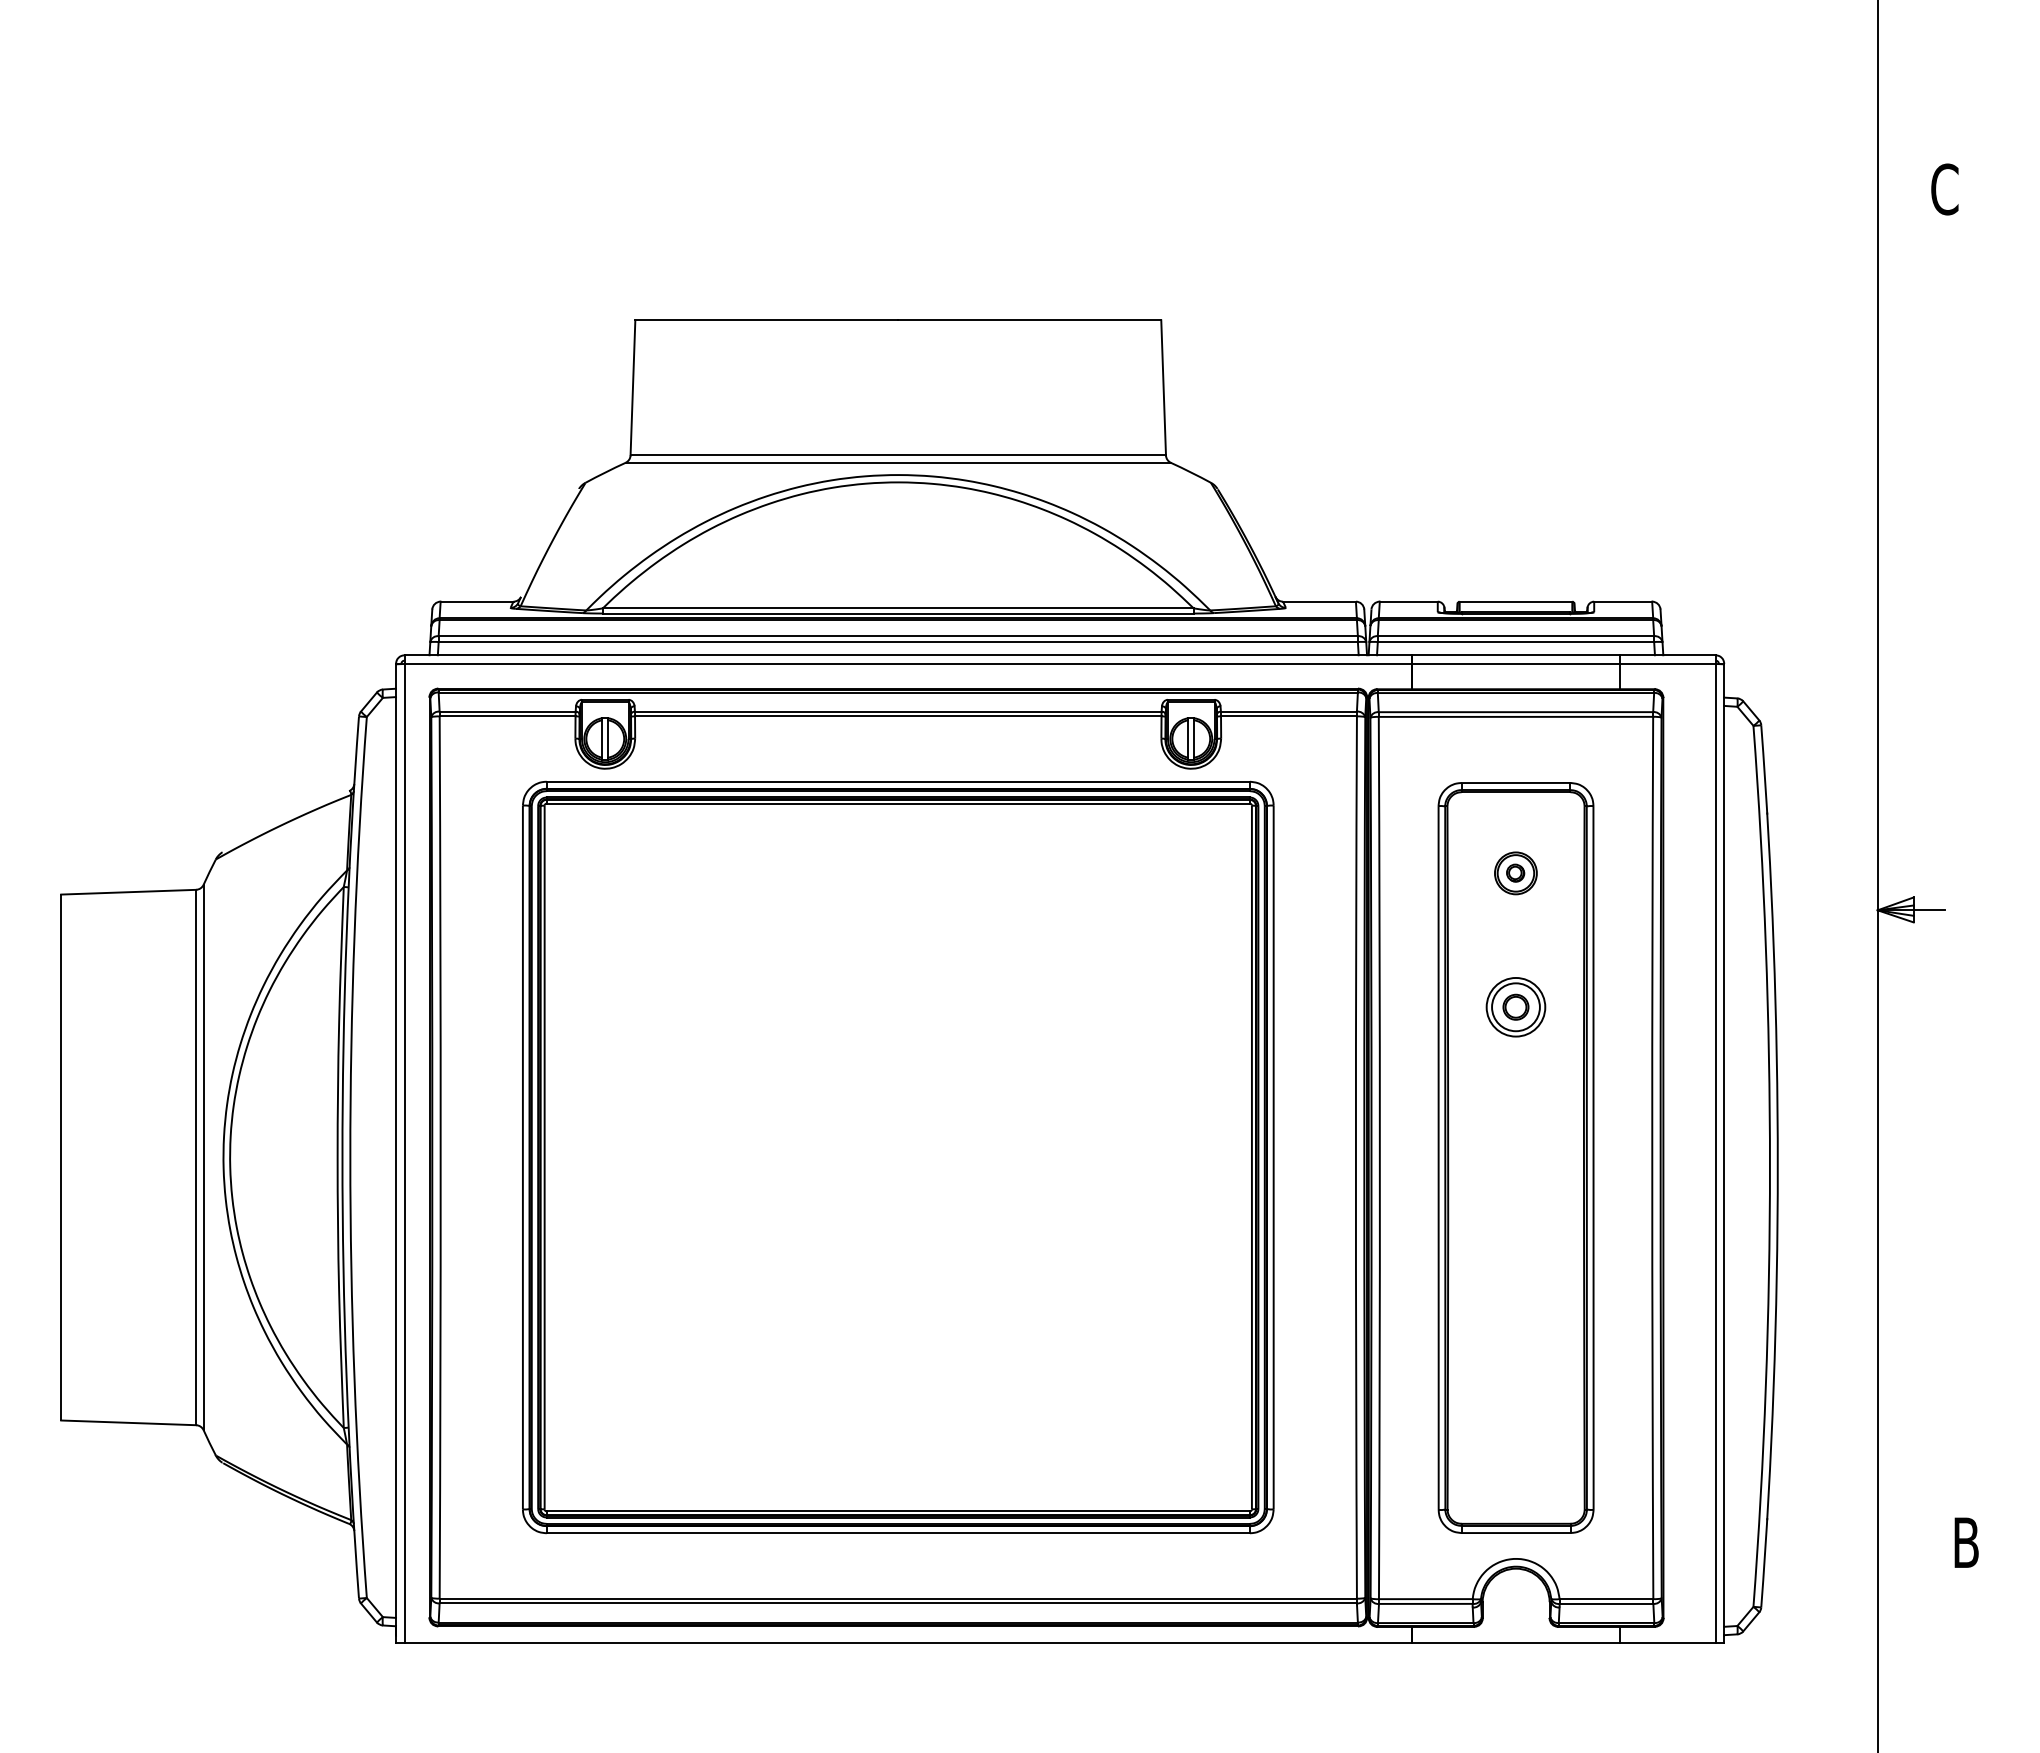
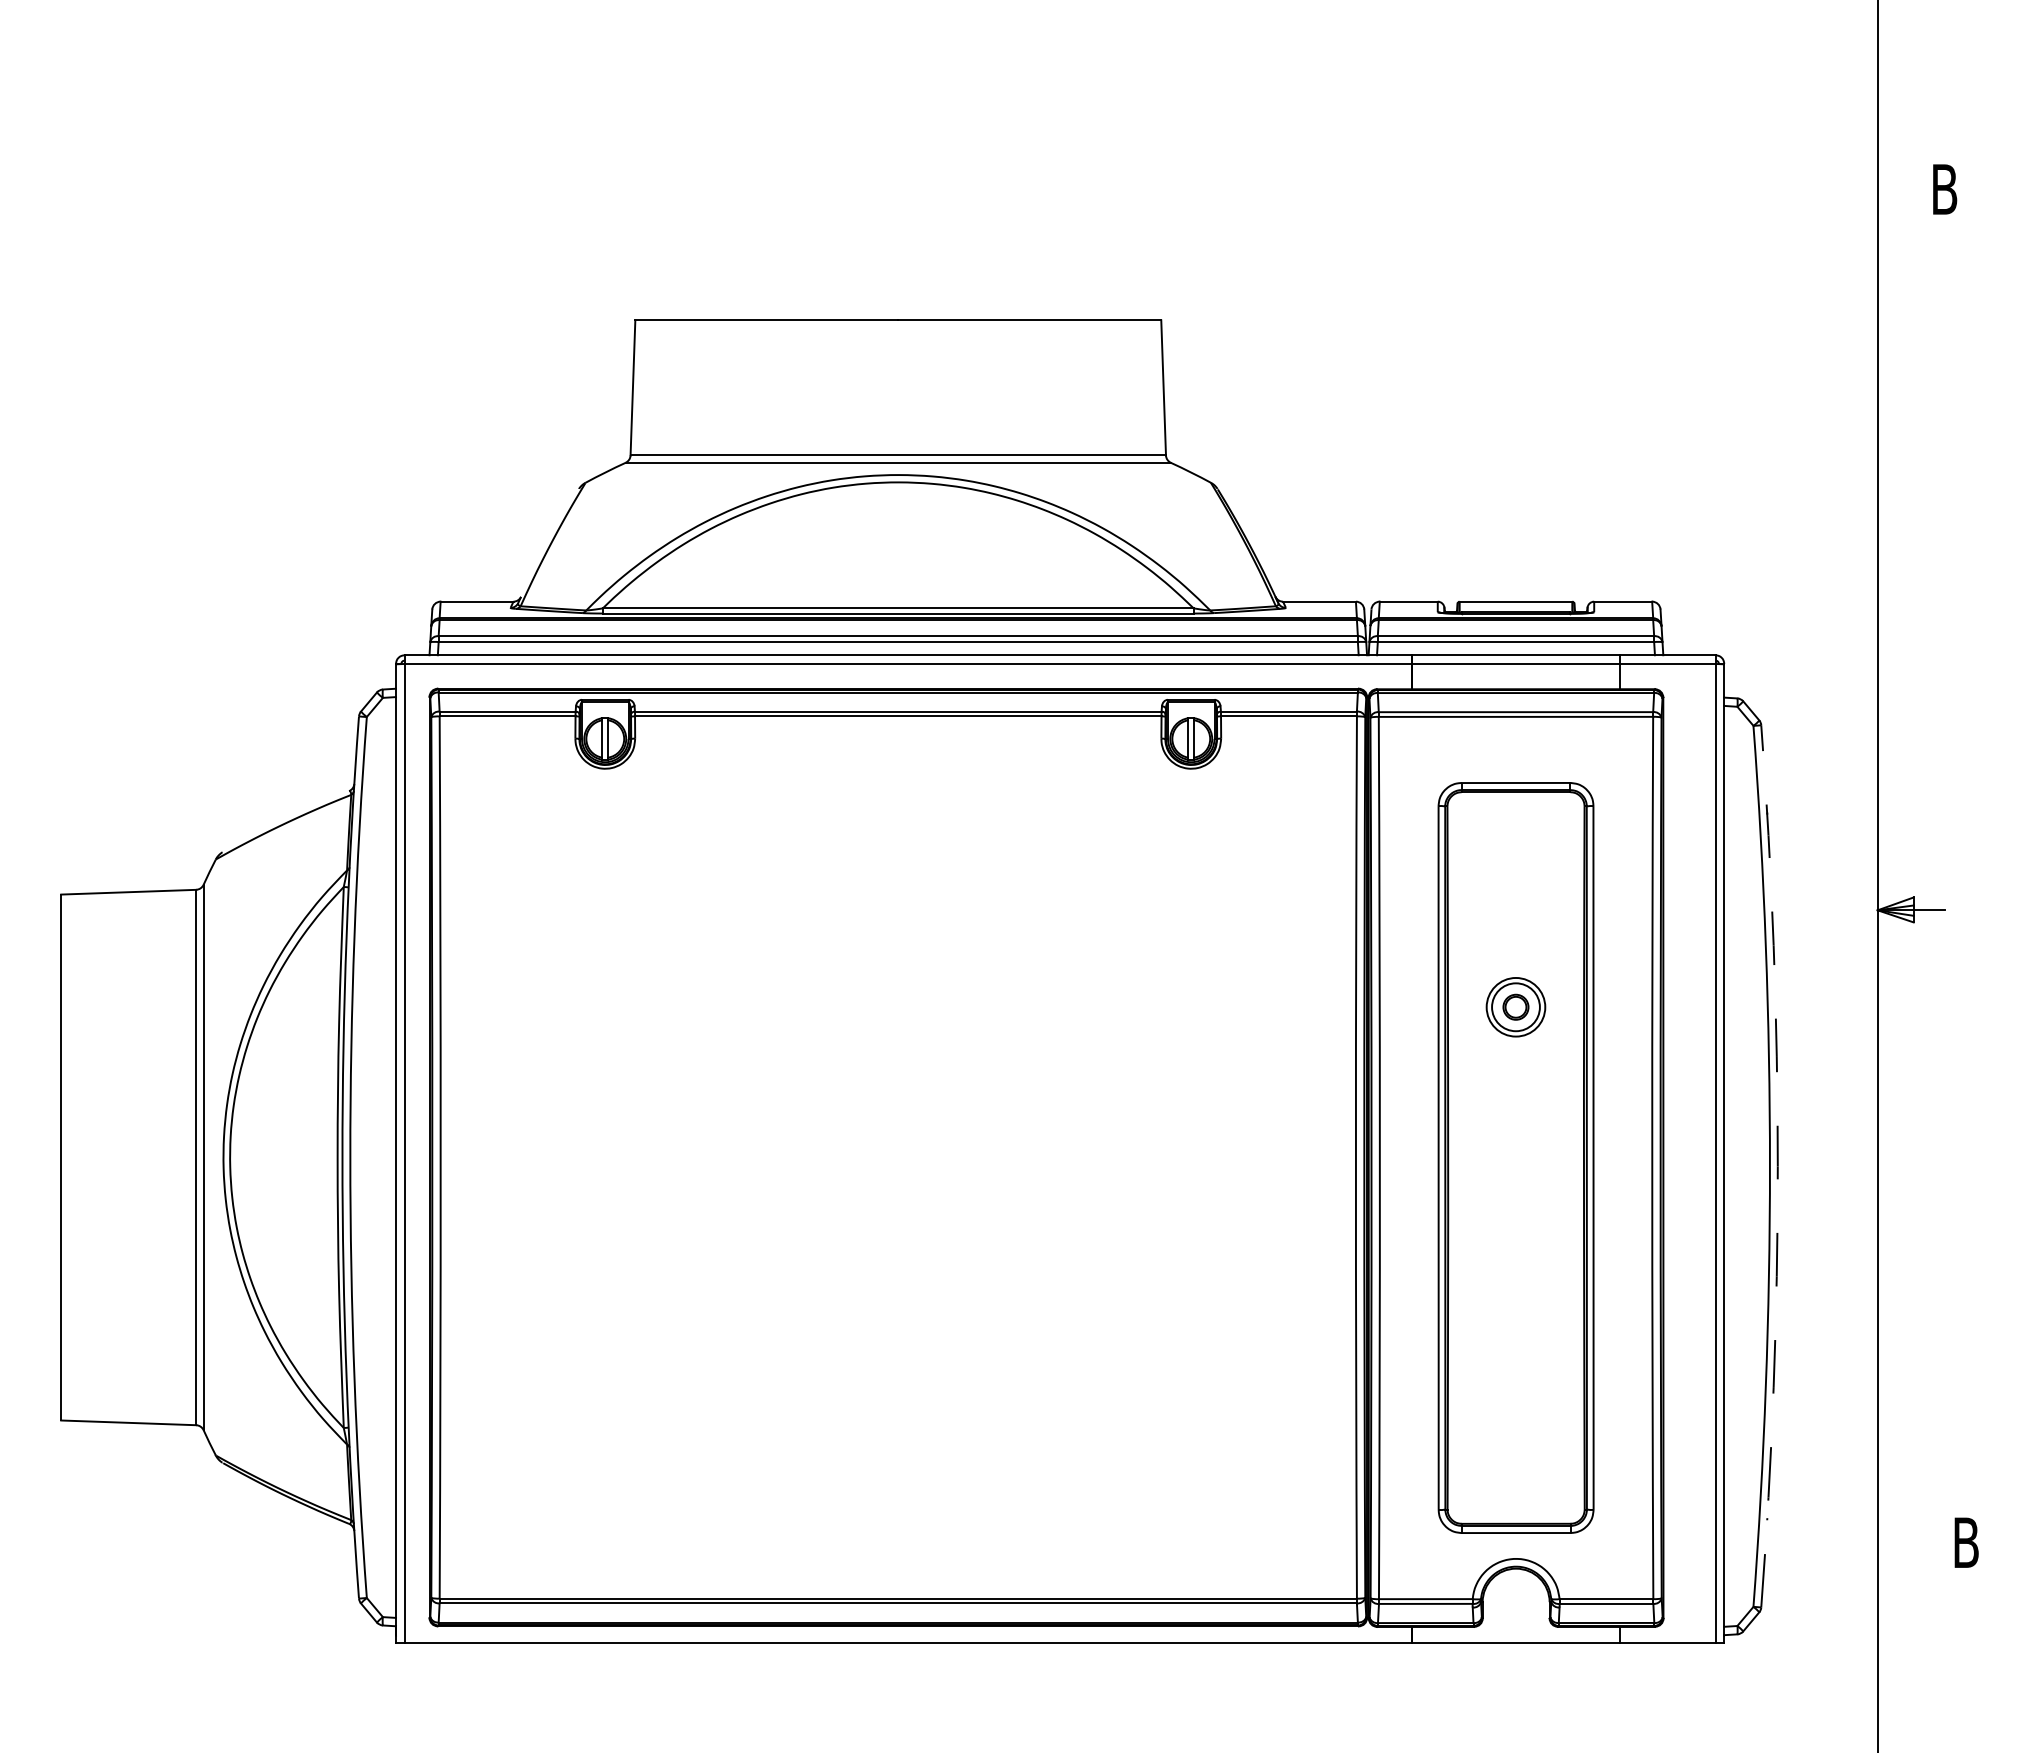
text at (1944, 189): C -> B
part at (1515, 873): present -> none
part at (898, 1157): present -> none
arc at (1777, 1166): solid -> dashed
